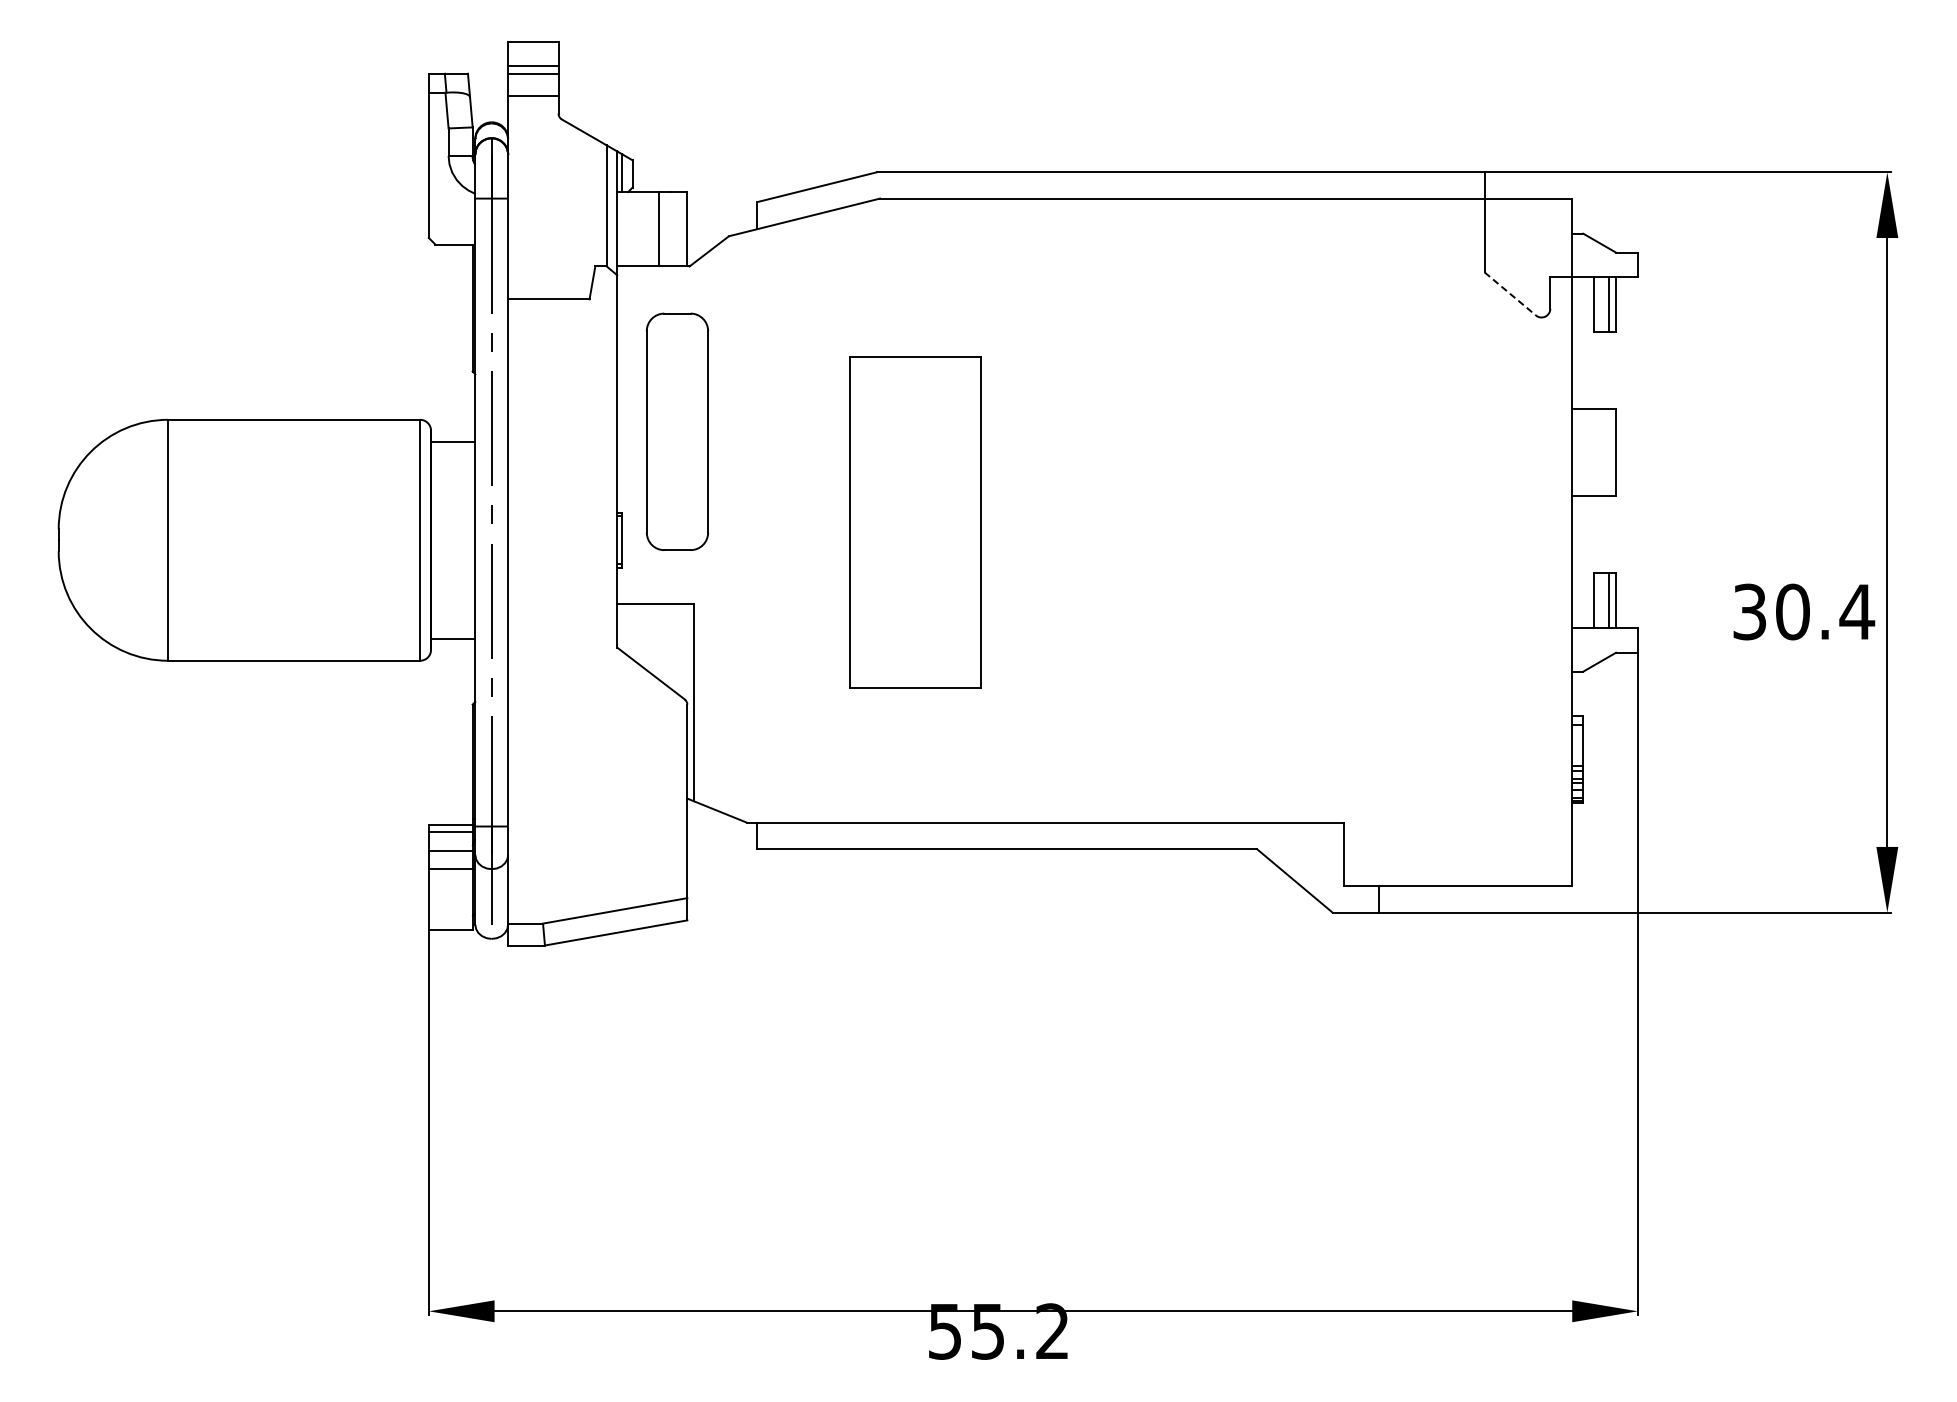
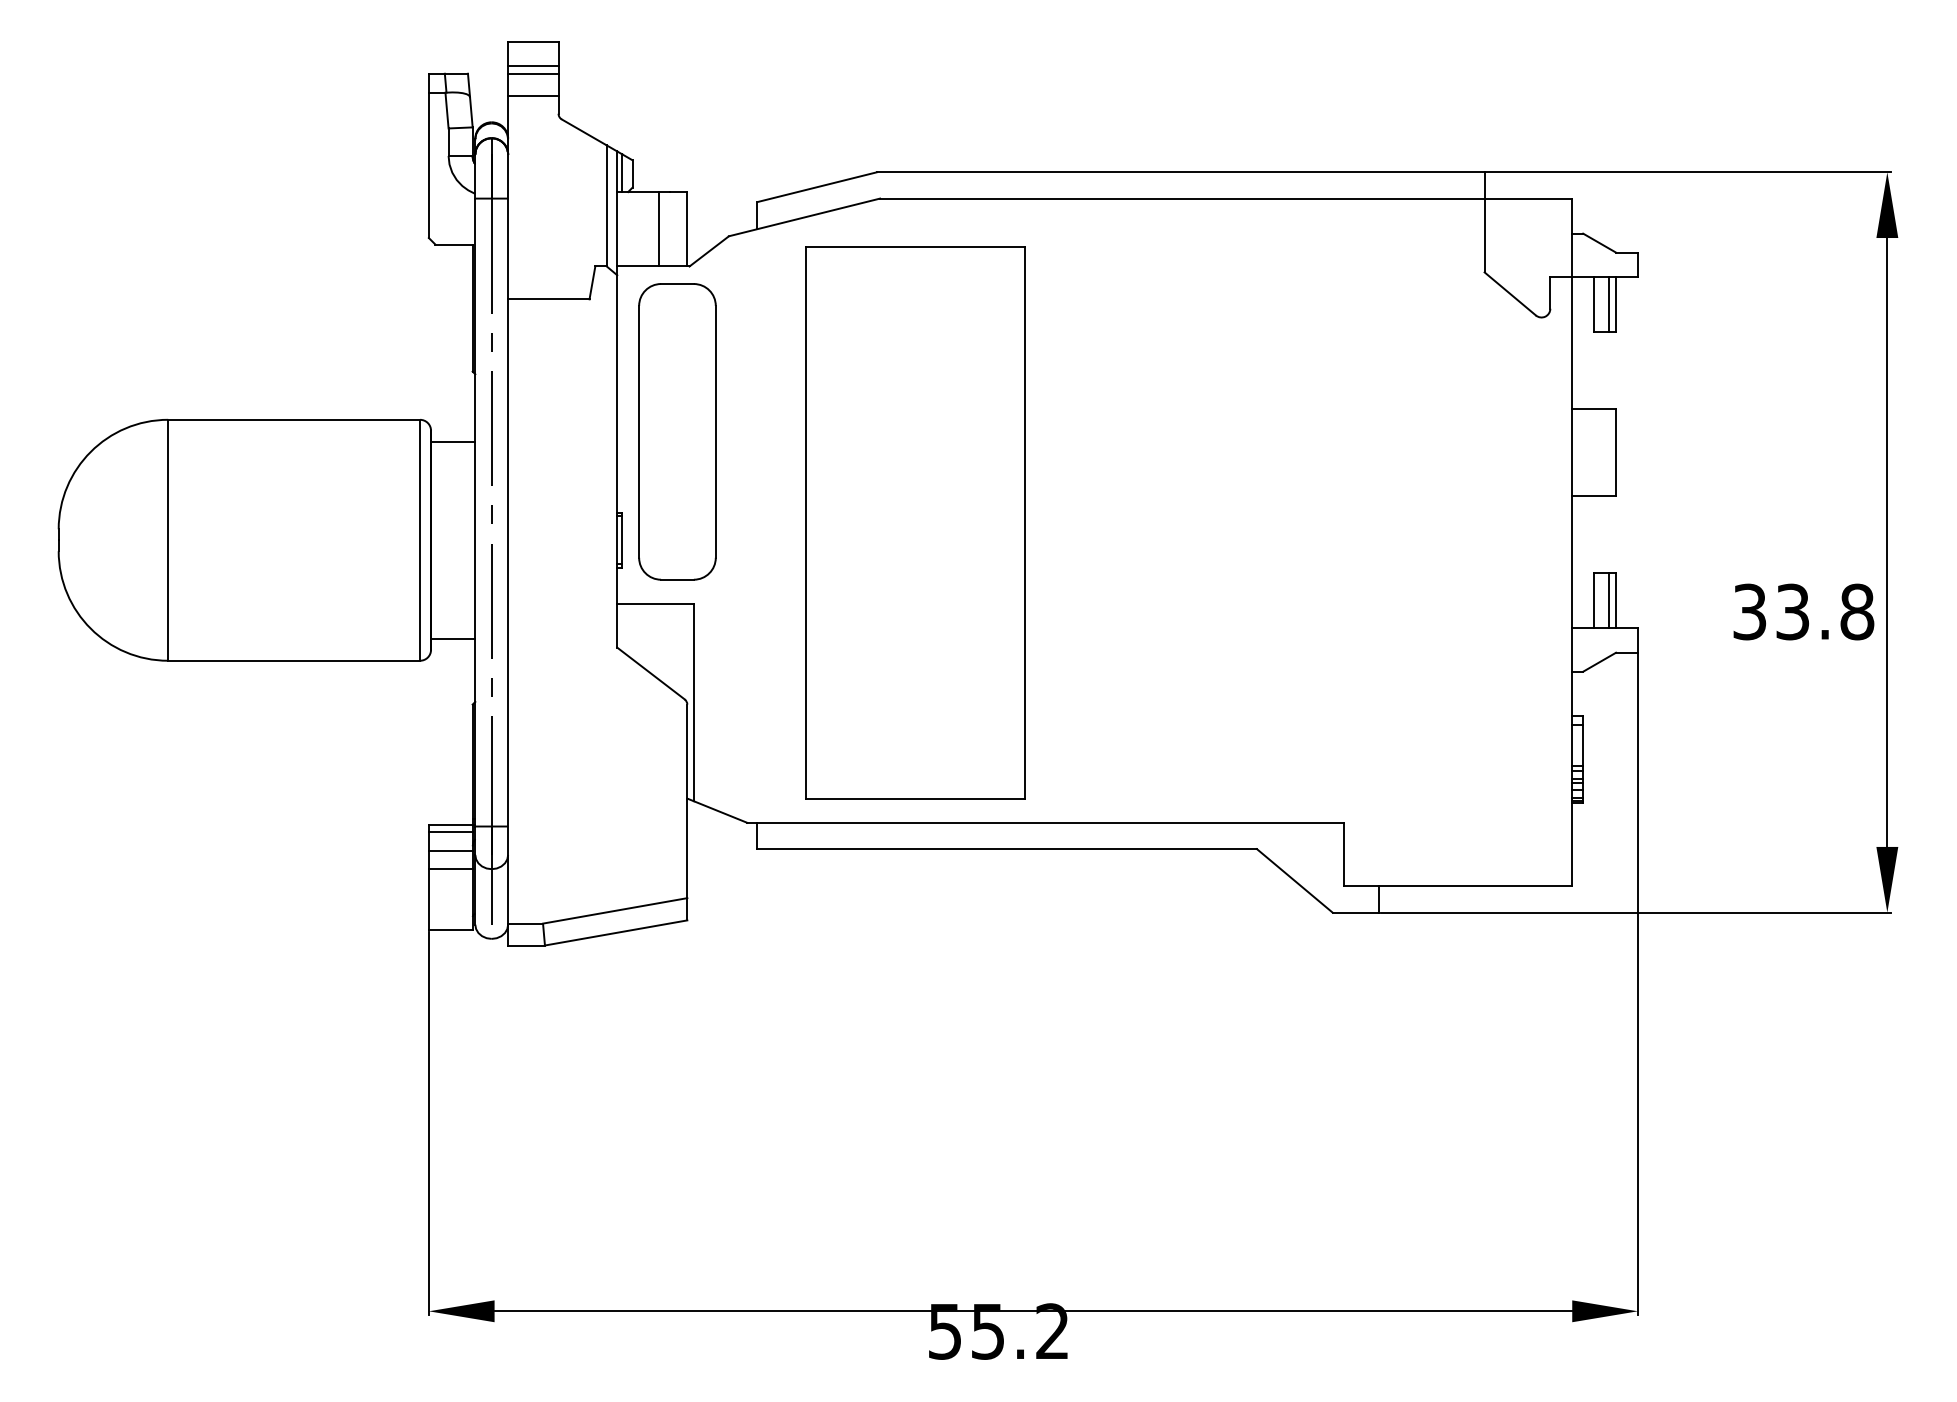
line at (1510, 294): dashed -> solid
part at (677, 431) size: 63x239 px -> 79x298 px
part at (915, 522) size: 133x333 px -> 221x554 px
text at (1825, 611): 30.4 -> 33.8
